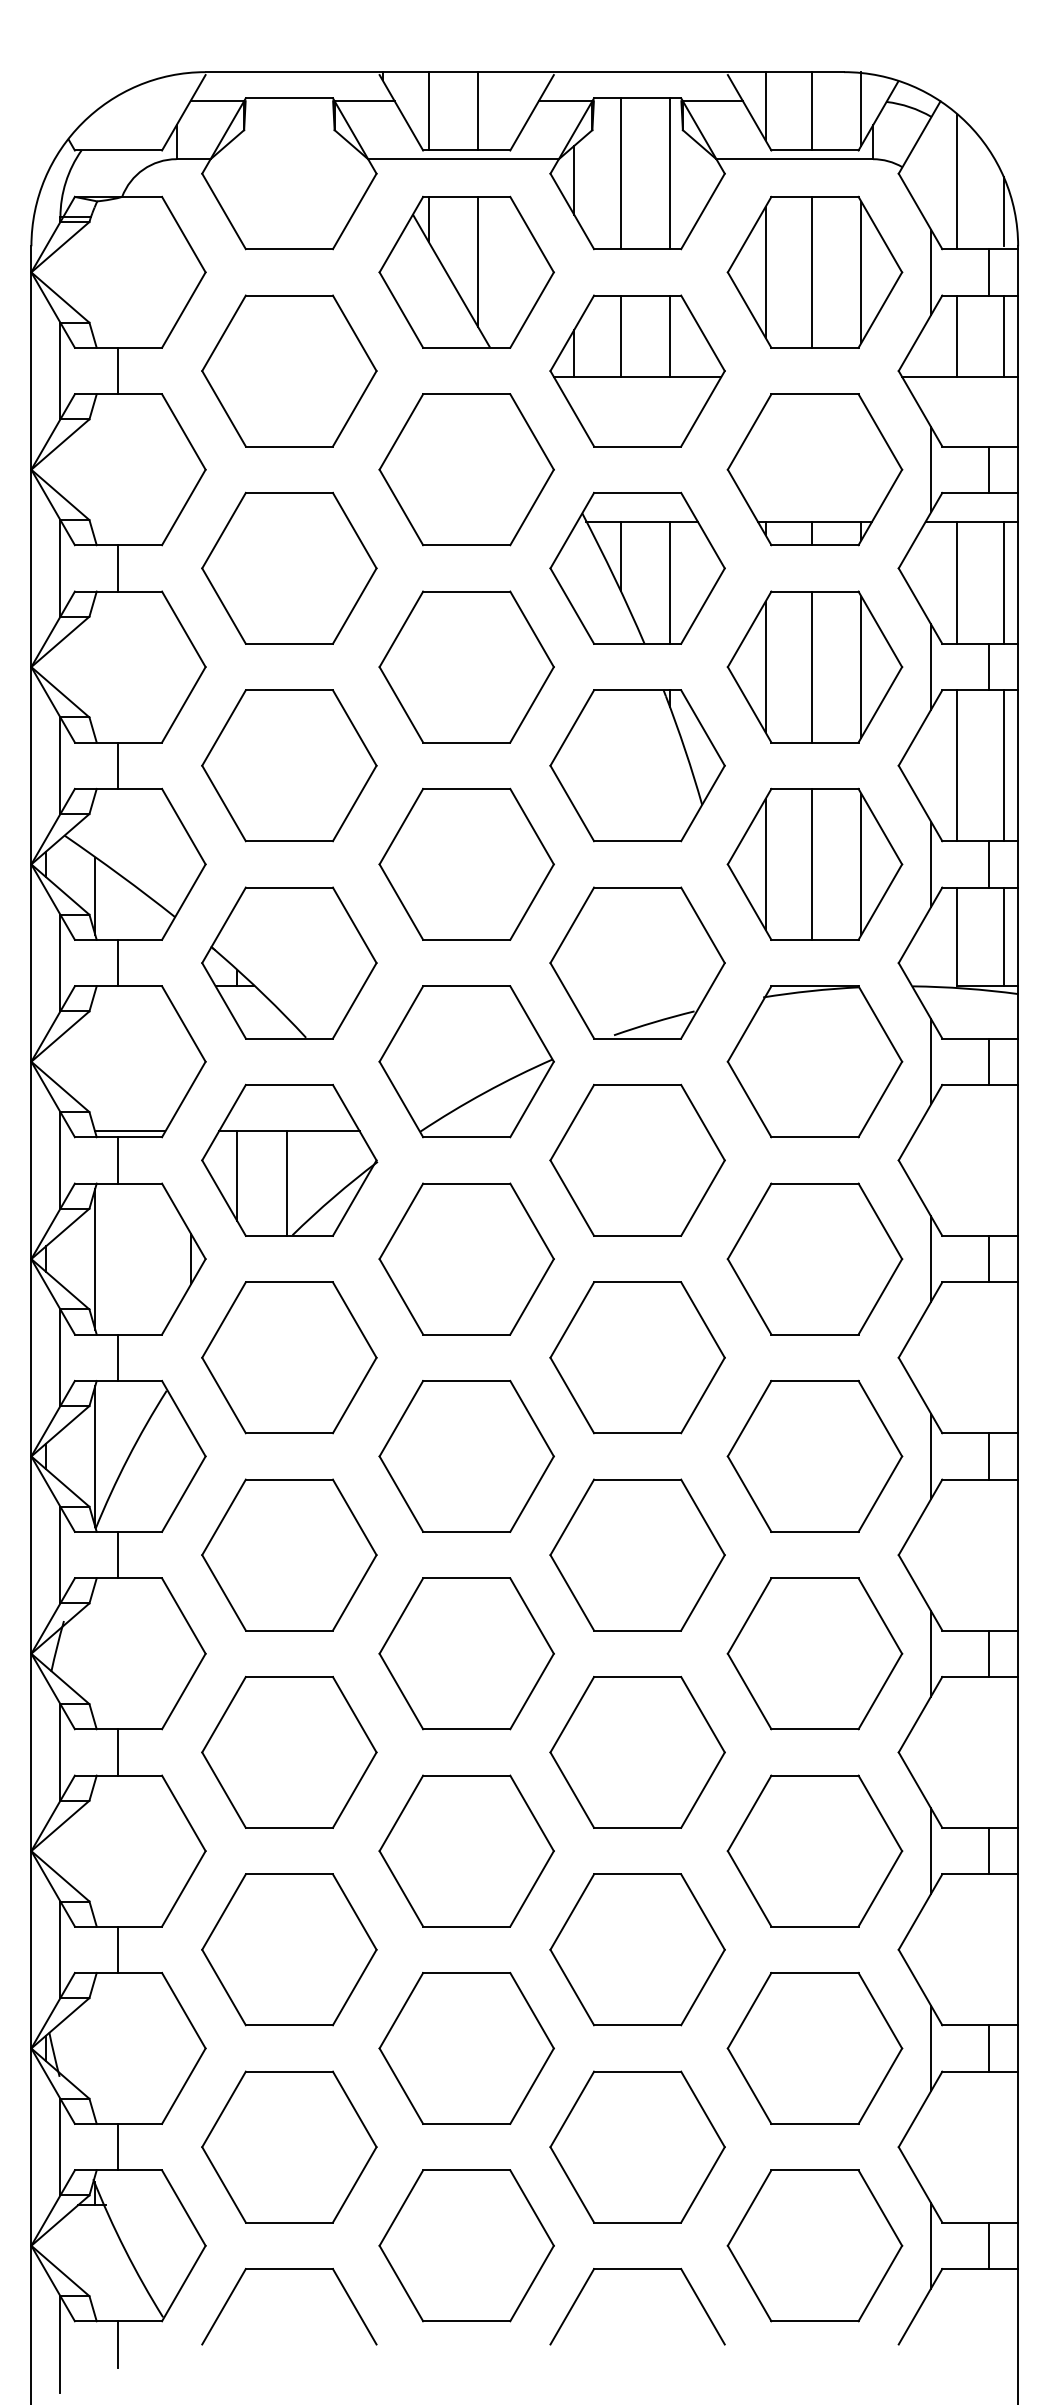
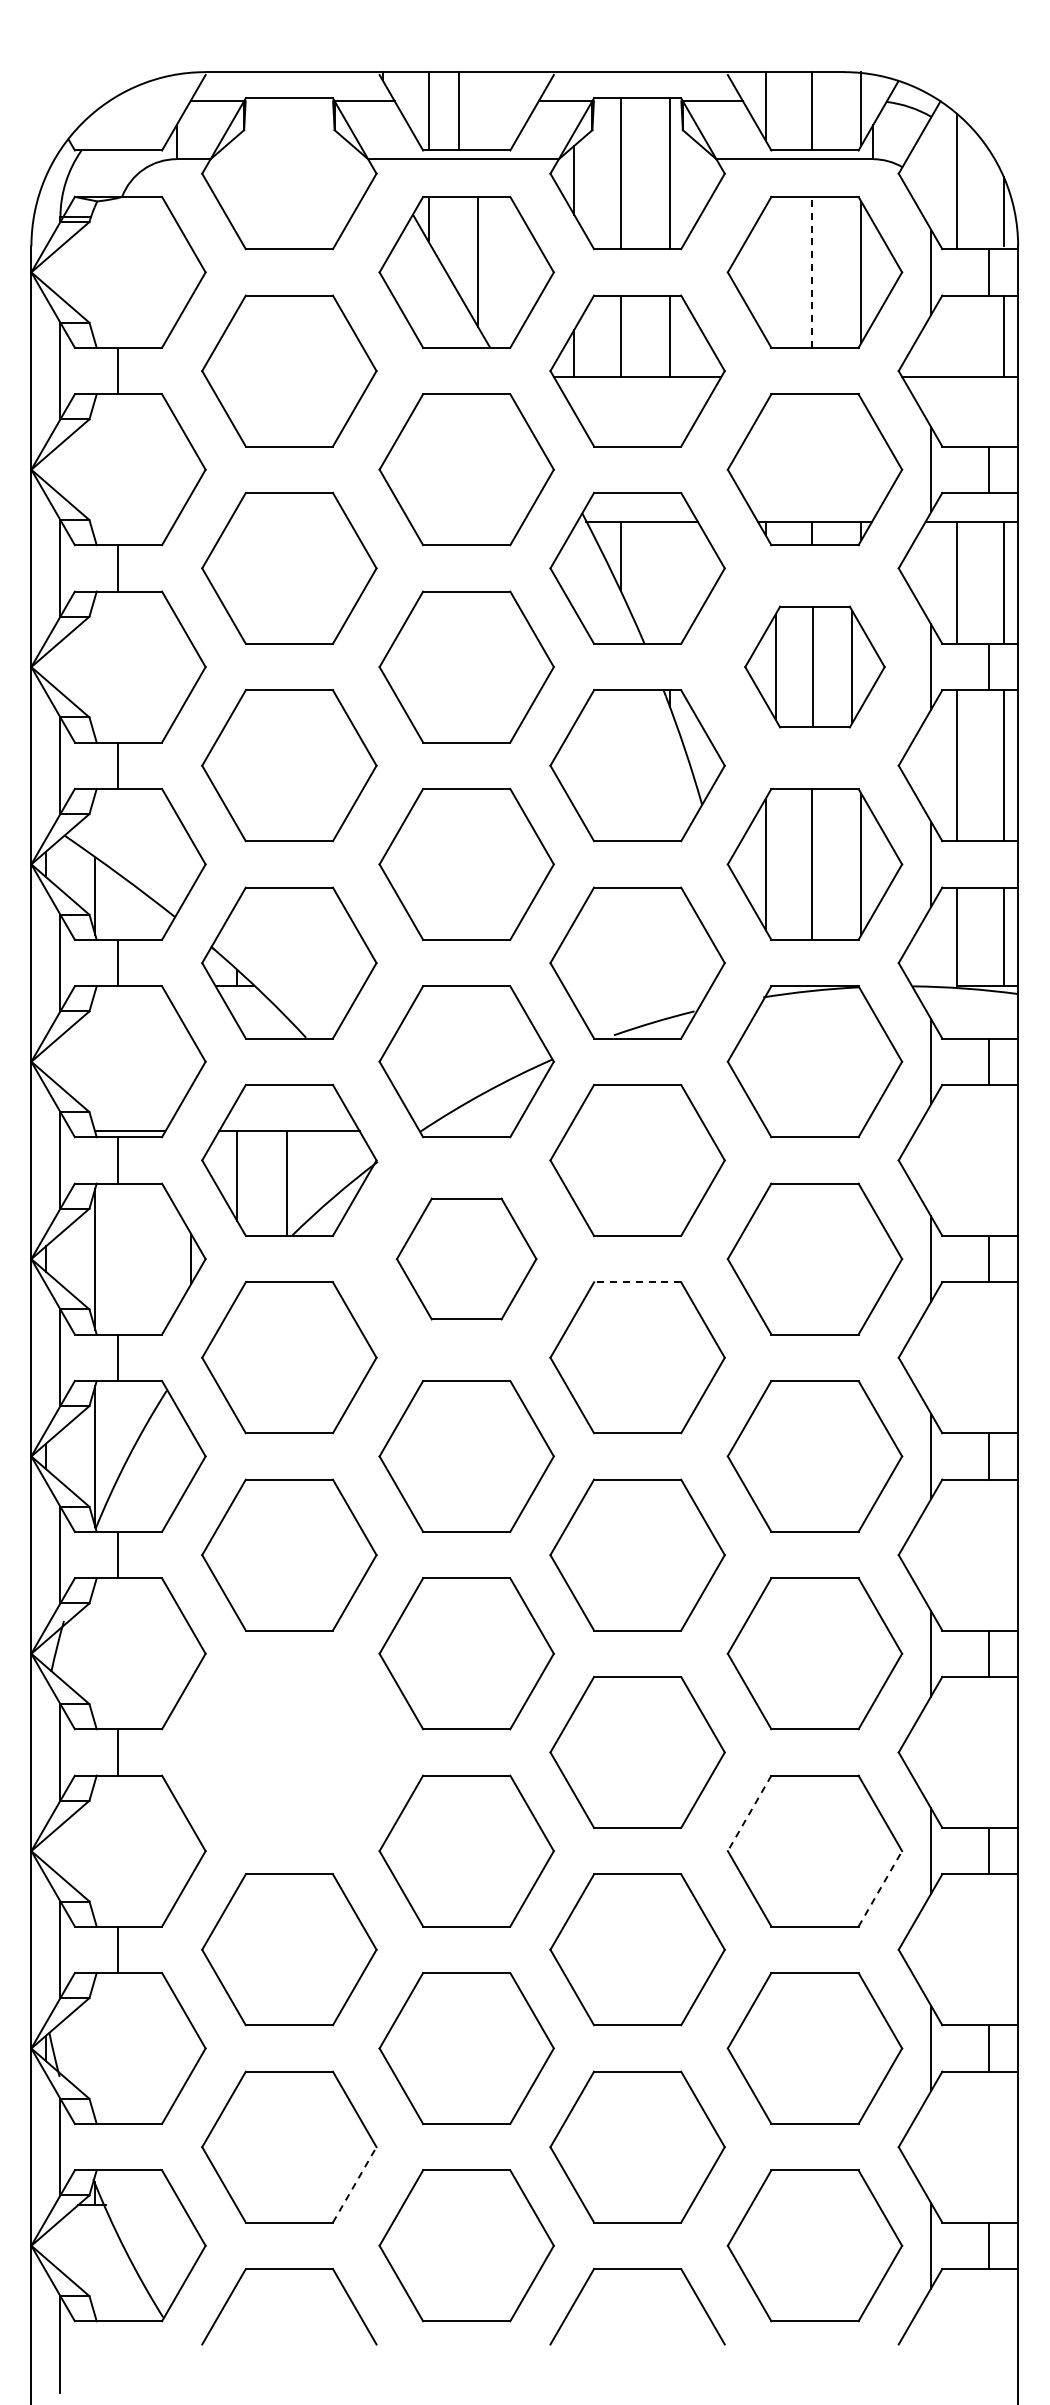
line at (478, 111) position: (478, 111) -> (459, 111)
line at (765, 271): present -> none
line at (812, 271): solid -> dashed
line at (957, 335): present -> none
line at (669, 582): present -> none
part at (814, 666) size: 178x154 px -> 142x124 px
line at (989, 864): present -> none
part at (466, 1258) size: 177x154 px -> 143x124 px
line at (637, 1282): solid -> dashed
part at (289, 1752): present -> none
line at (749, 1813): solid -> dashed
line at (880, 1888): solid -> dashed
line at (118, 2146): present -> none
line at (354, 2184): solid -> dashed
line at (118, 2344): present -> none
